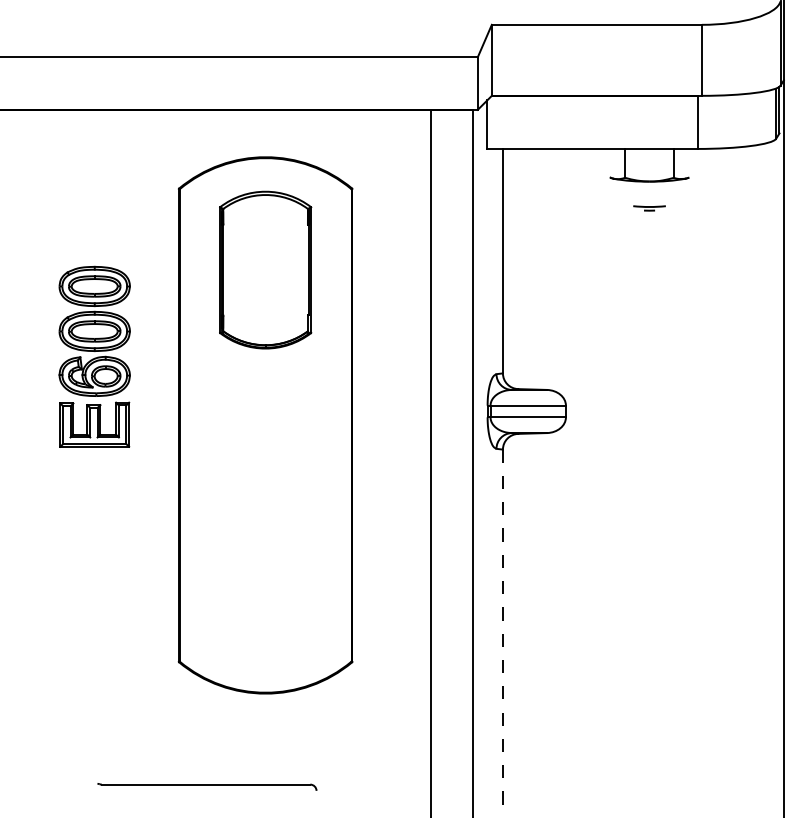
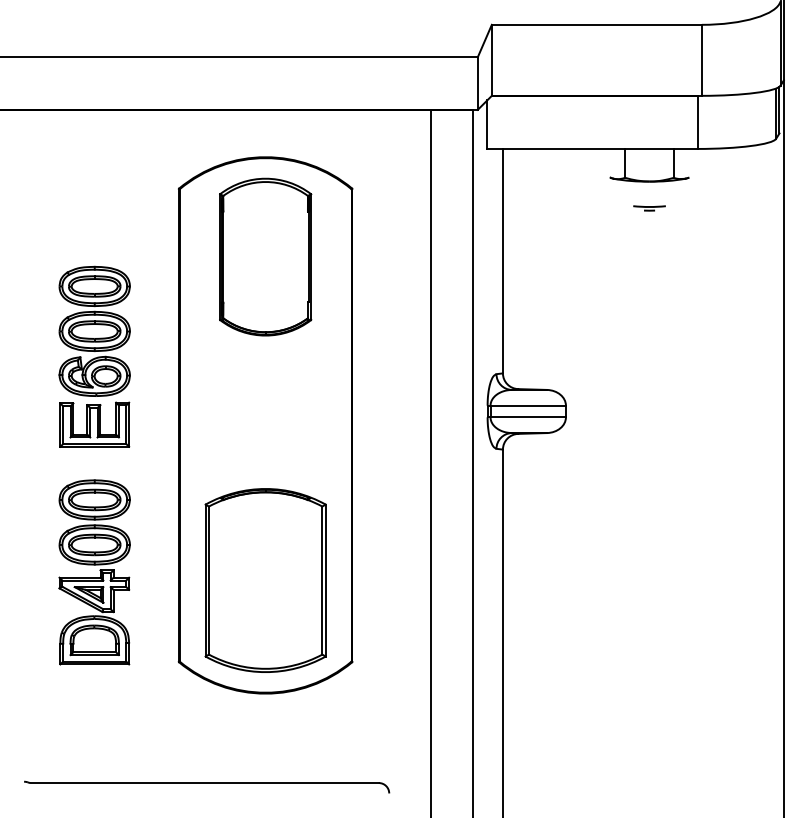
part at (265, 269) position: (265, 269) -> (265, 256)
part at (94, 572): none -> present
part at (265, 580): none -> present
line at (502, 633): dashed -> solid
part at (207, 786) size: 221x8 px -> 367x14 px
